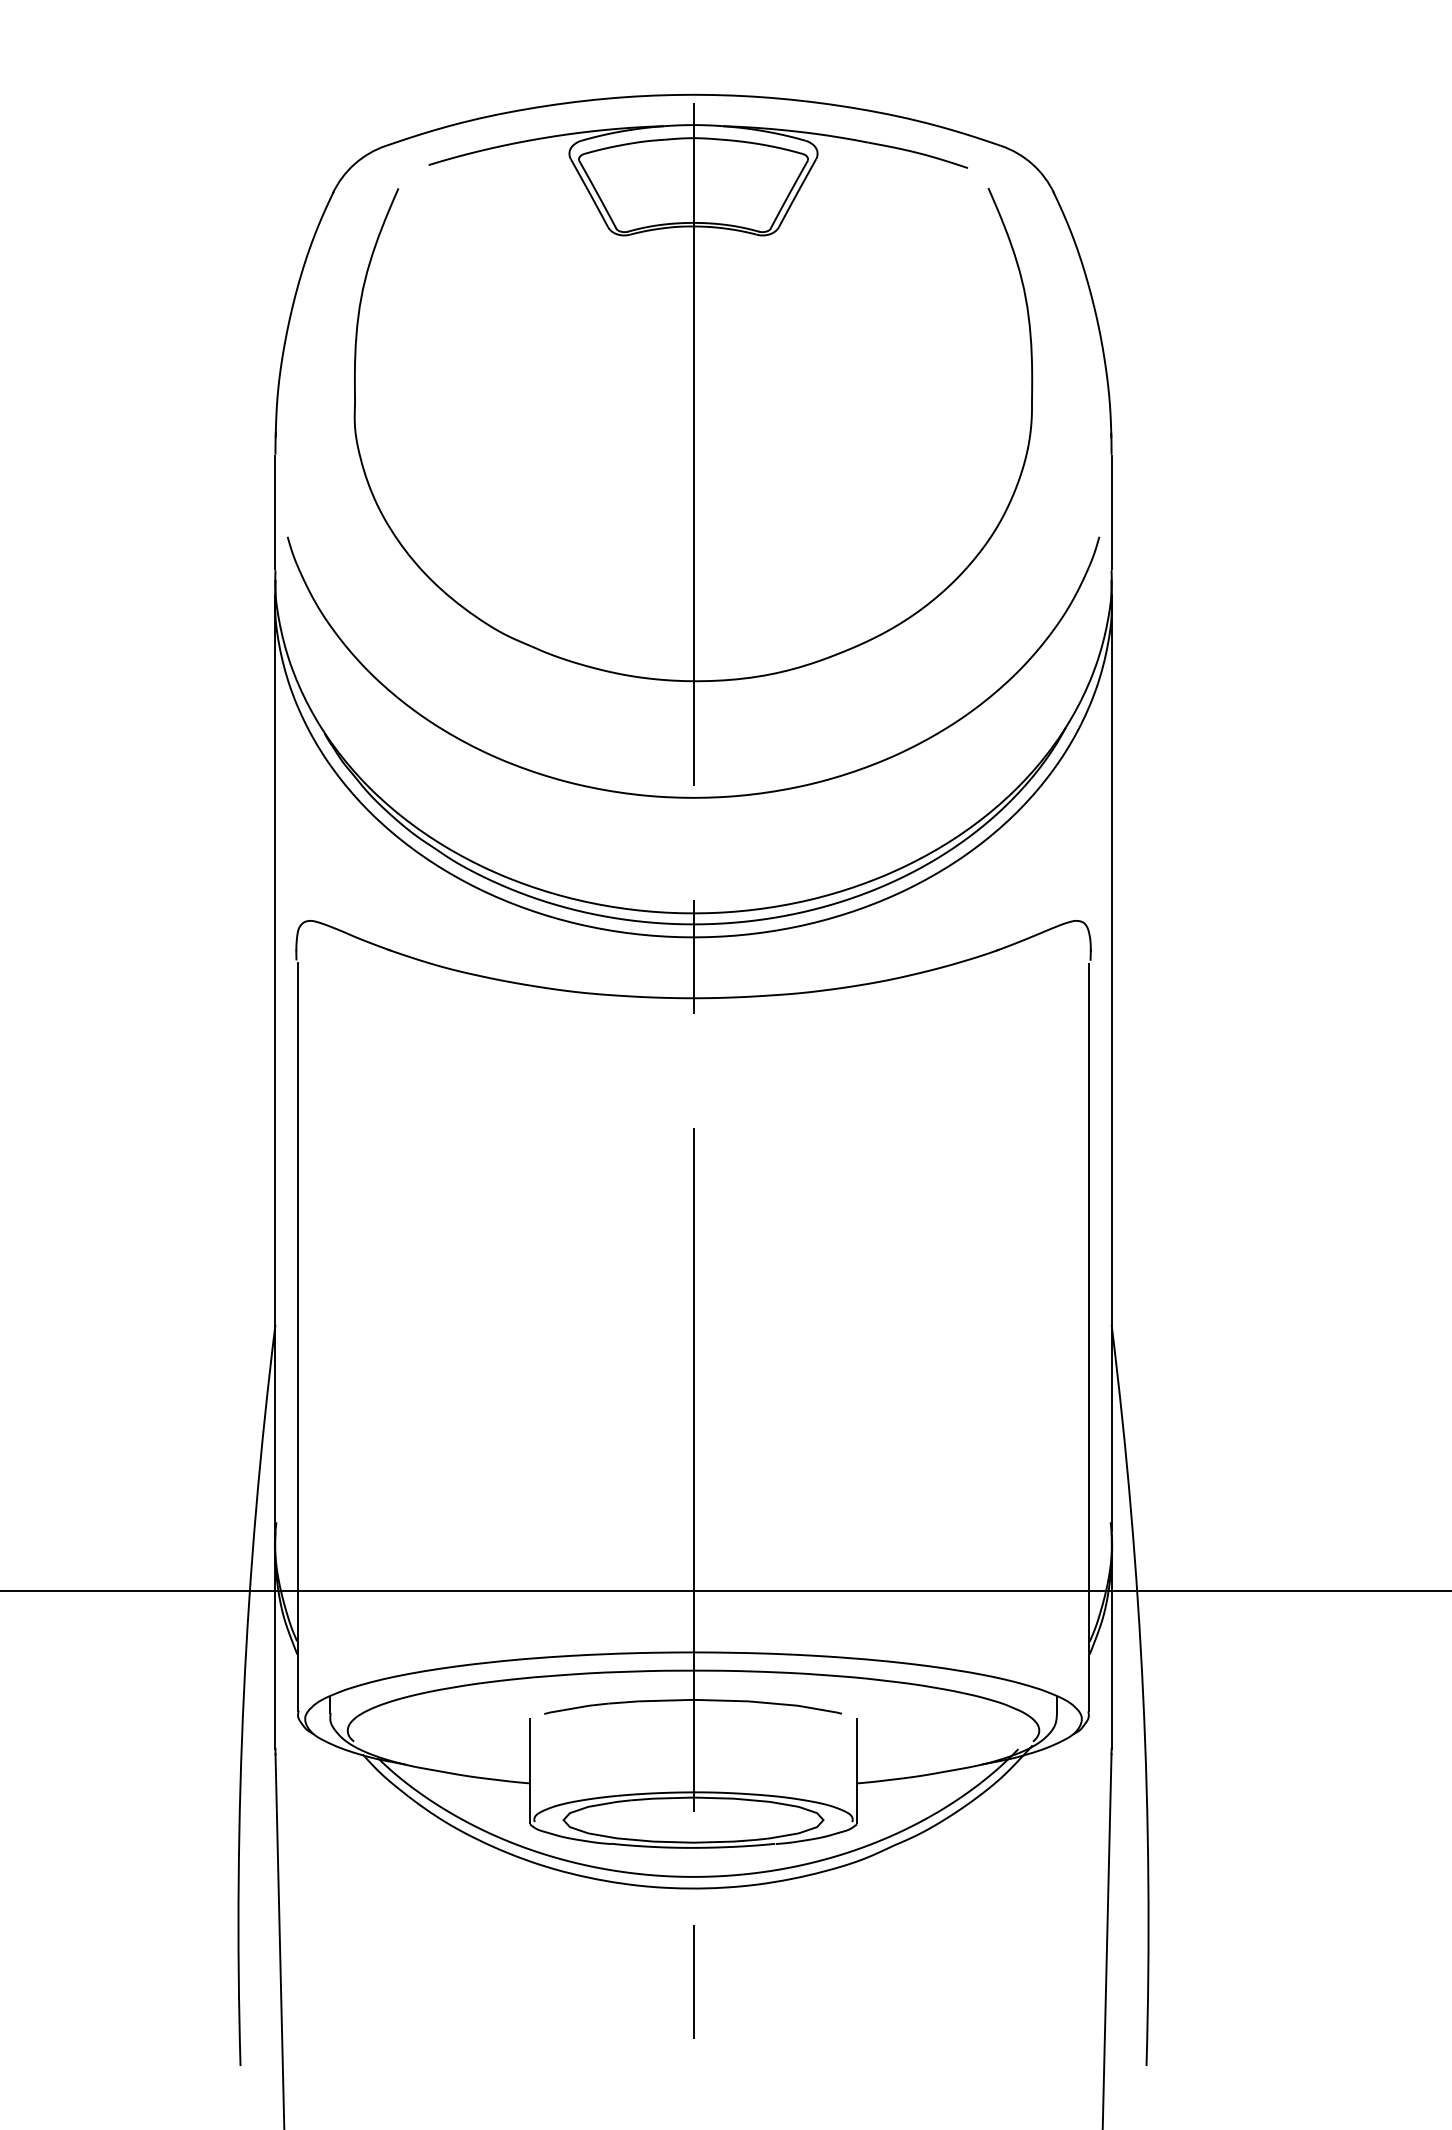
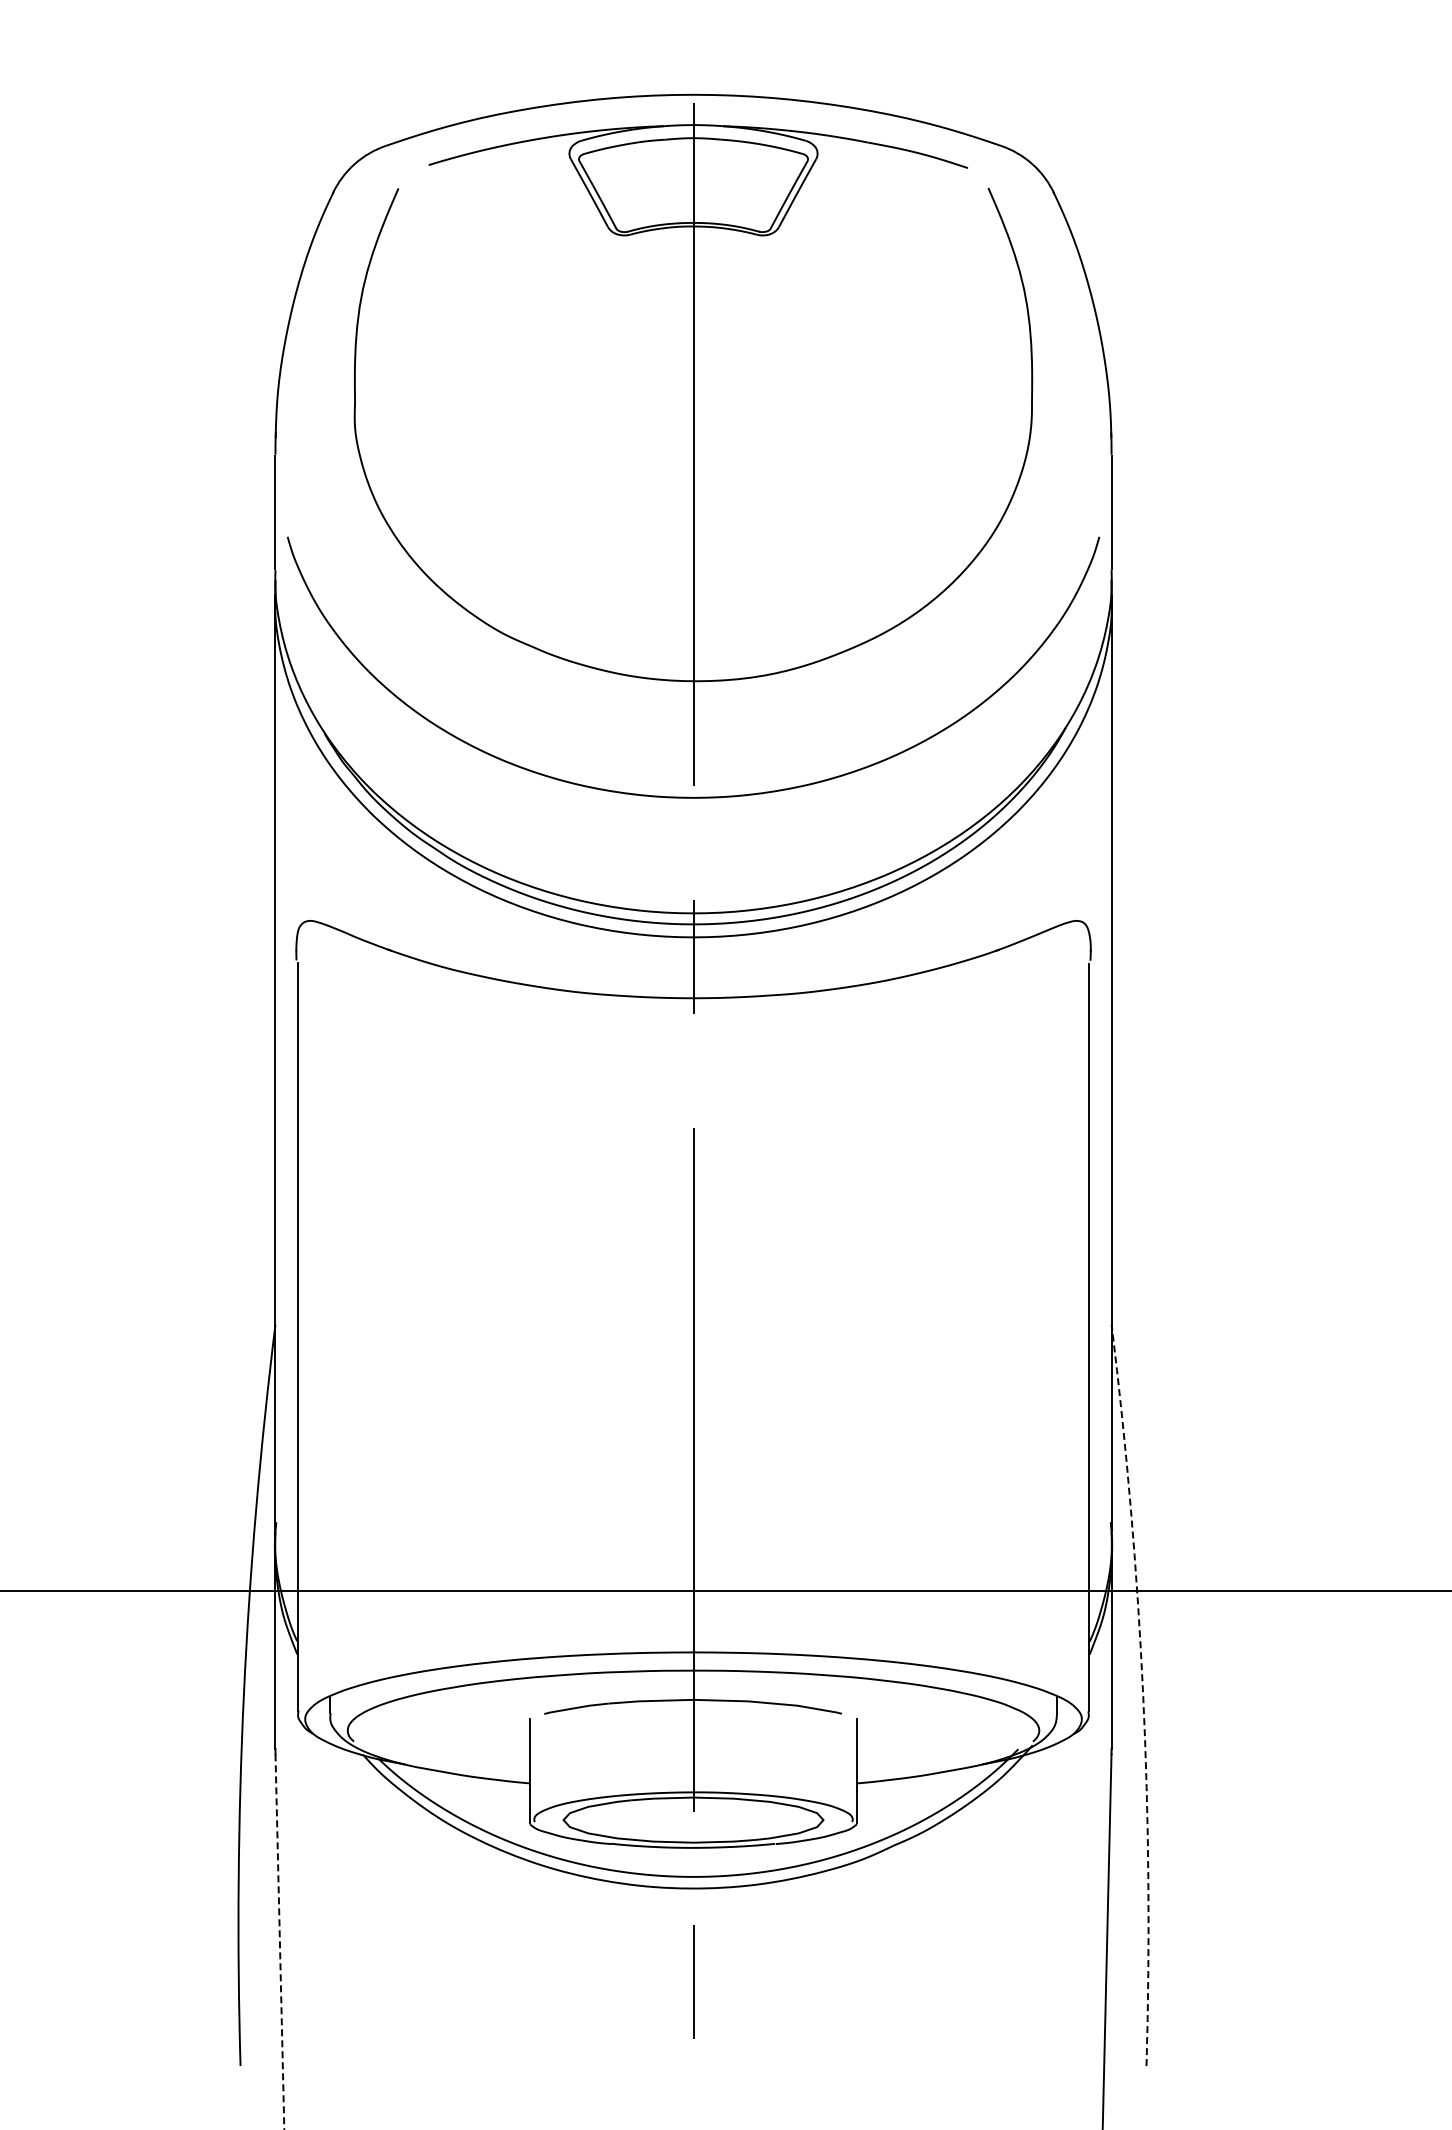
arc at (1143, 1694): solid -> dashed
line at (279, 1942): solid -> dashed
